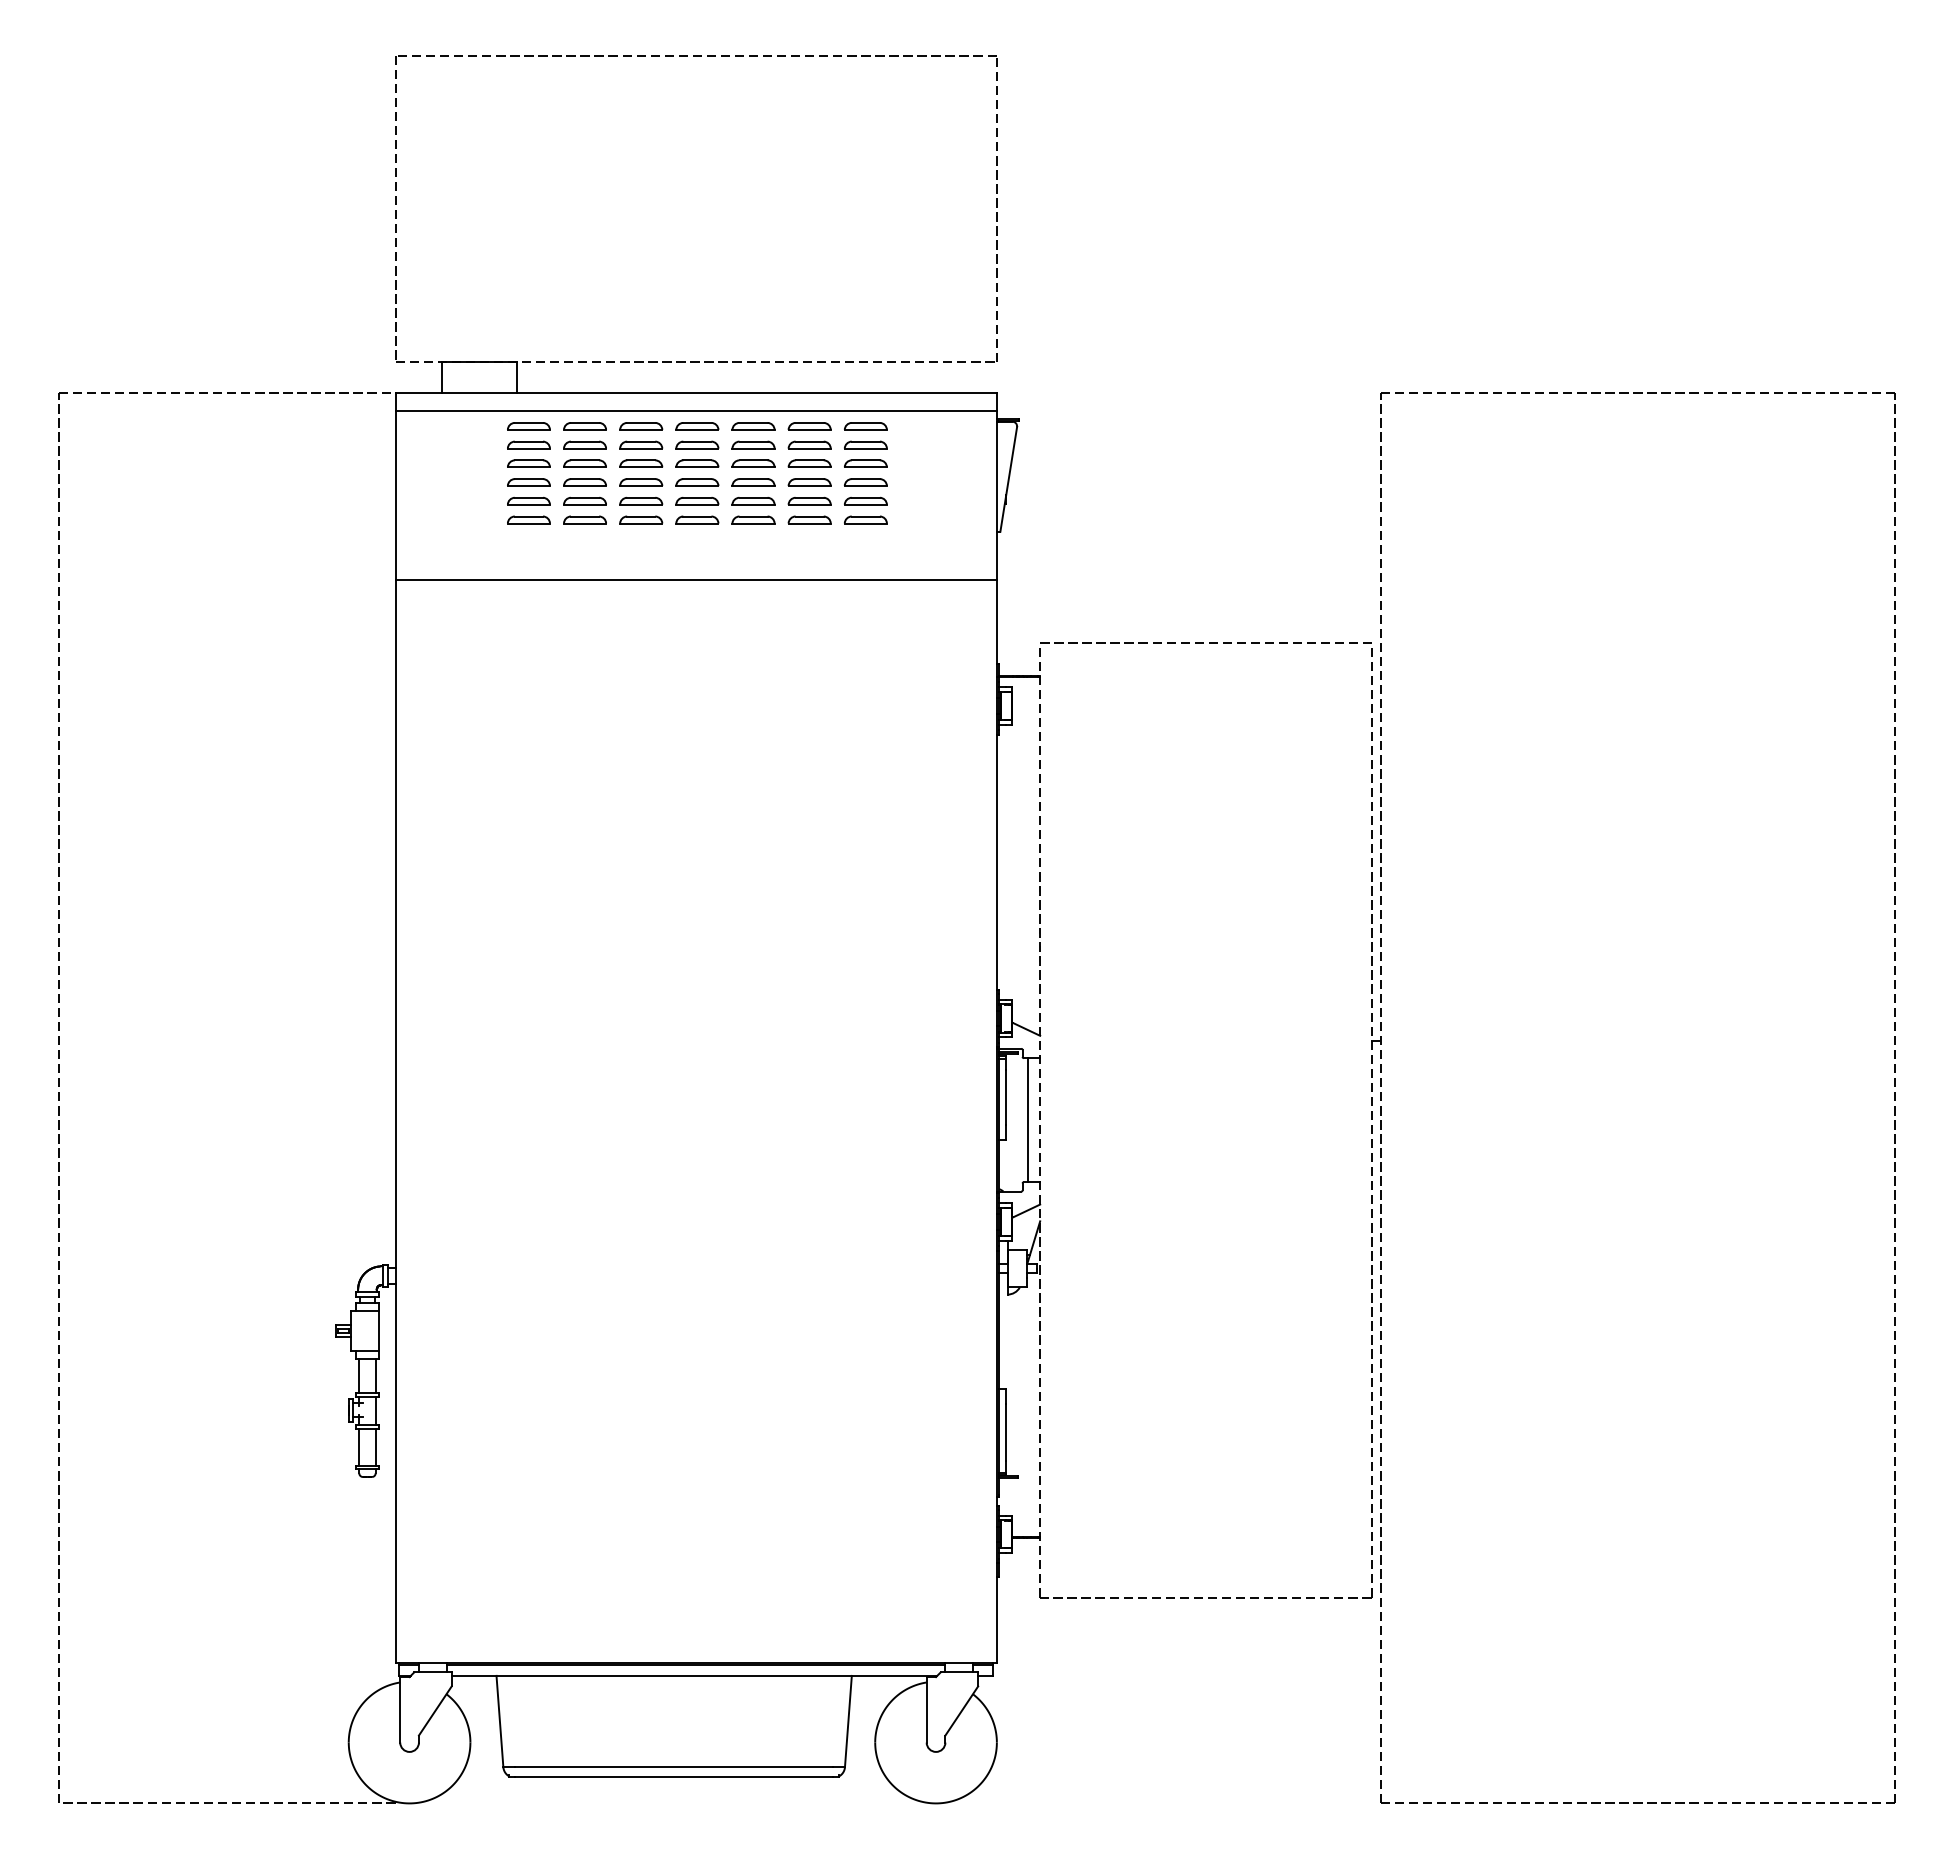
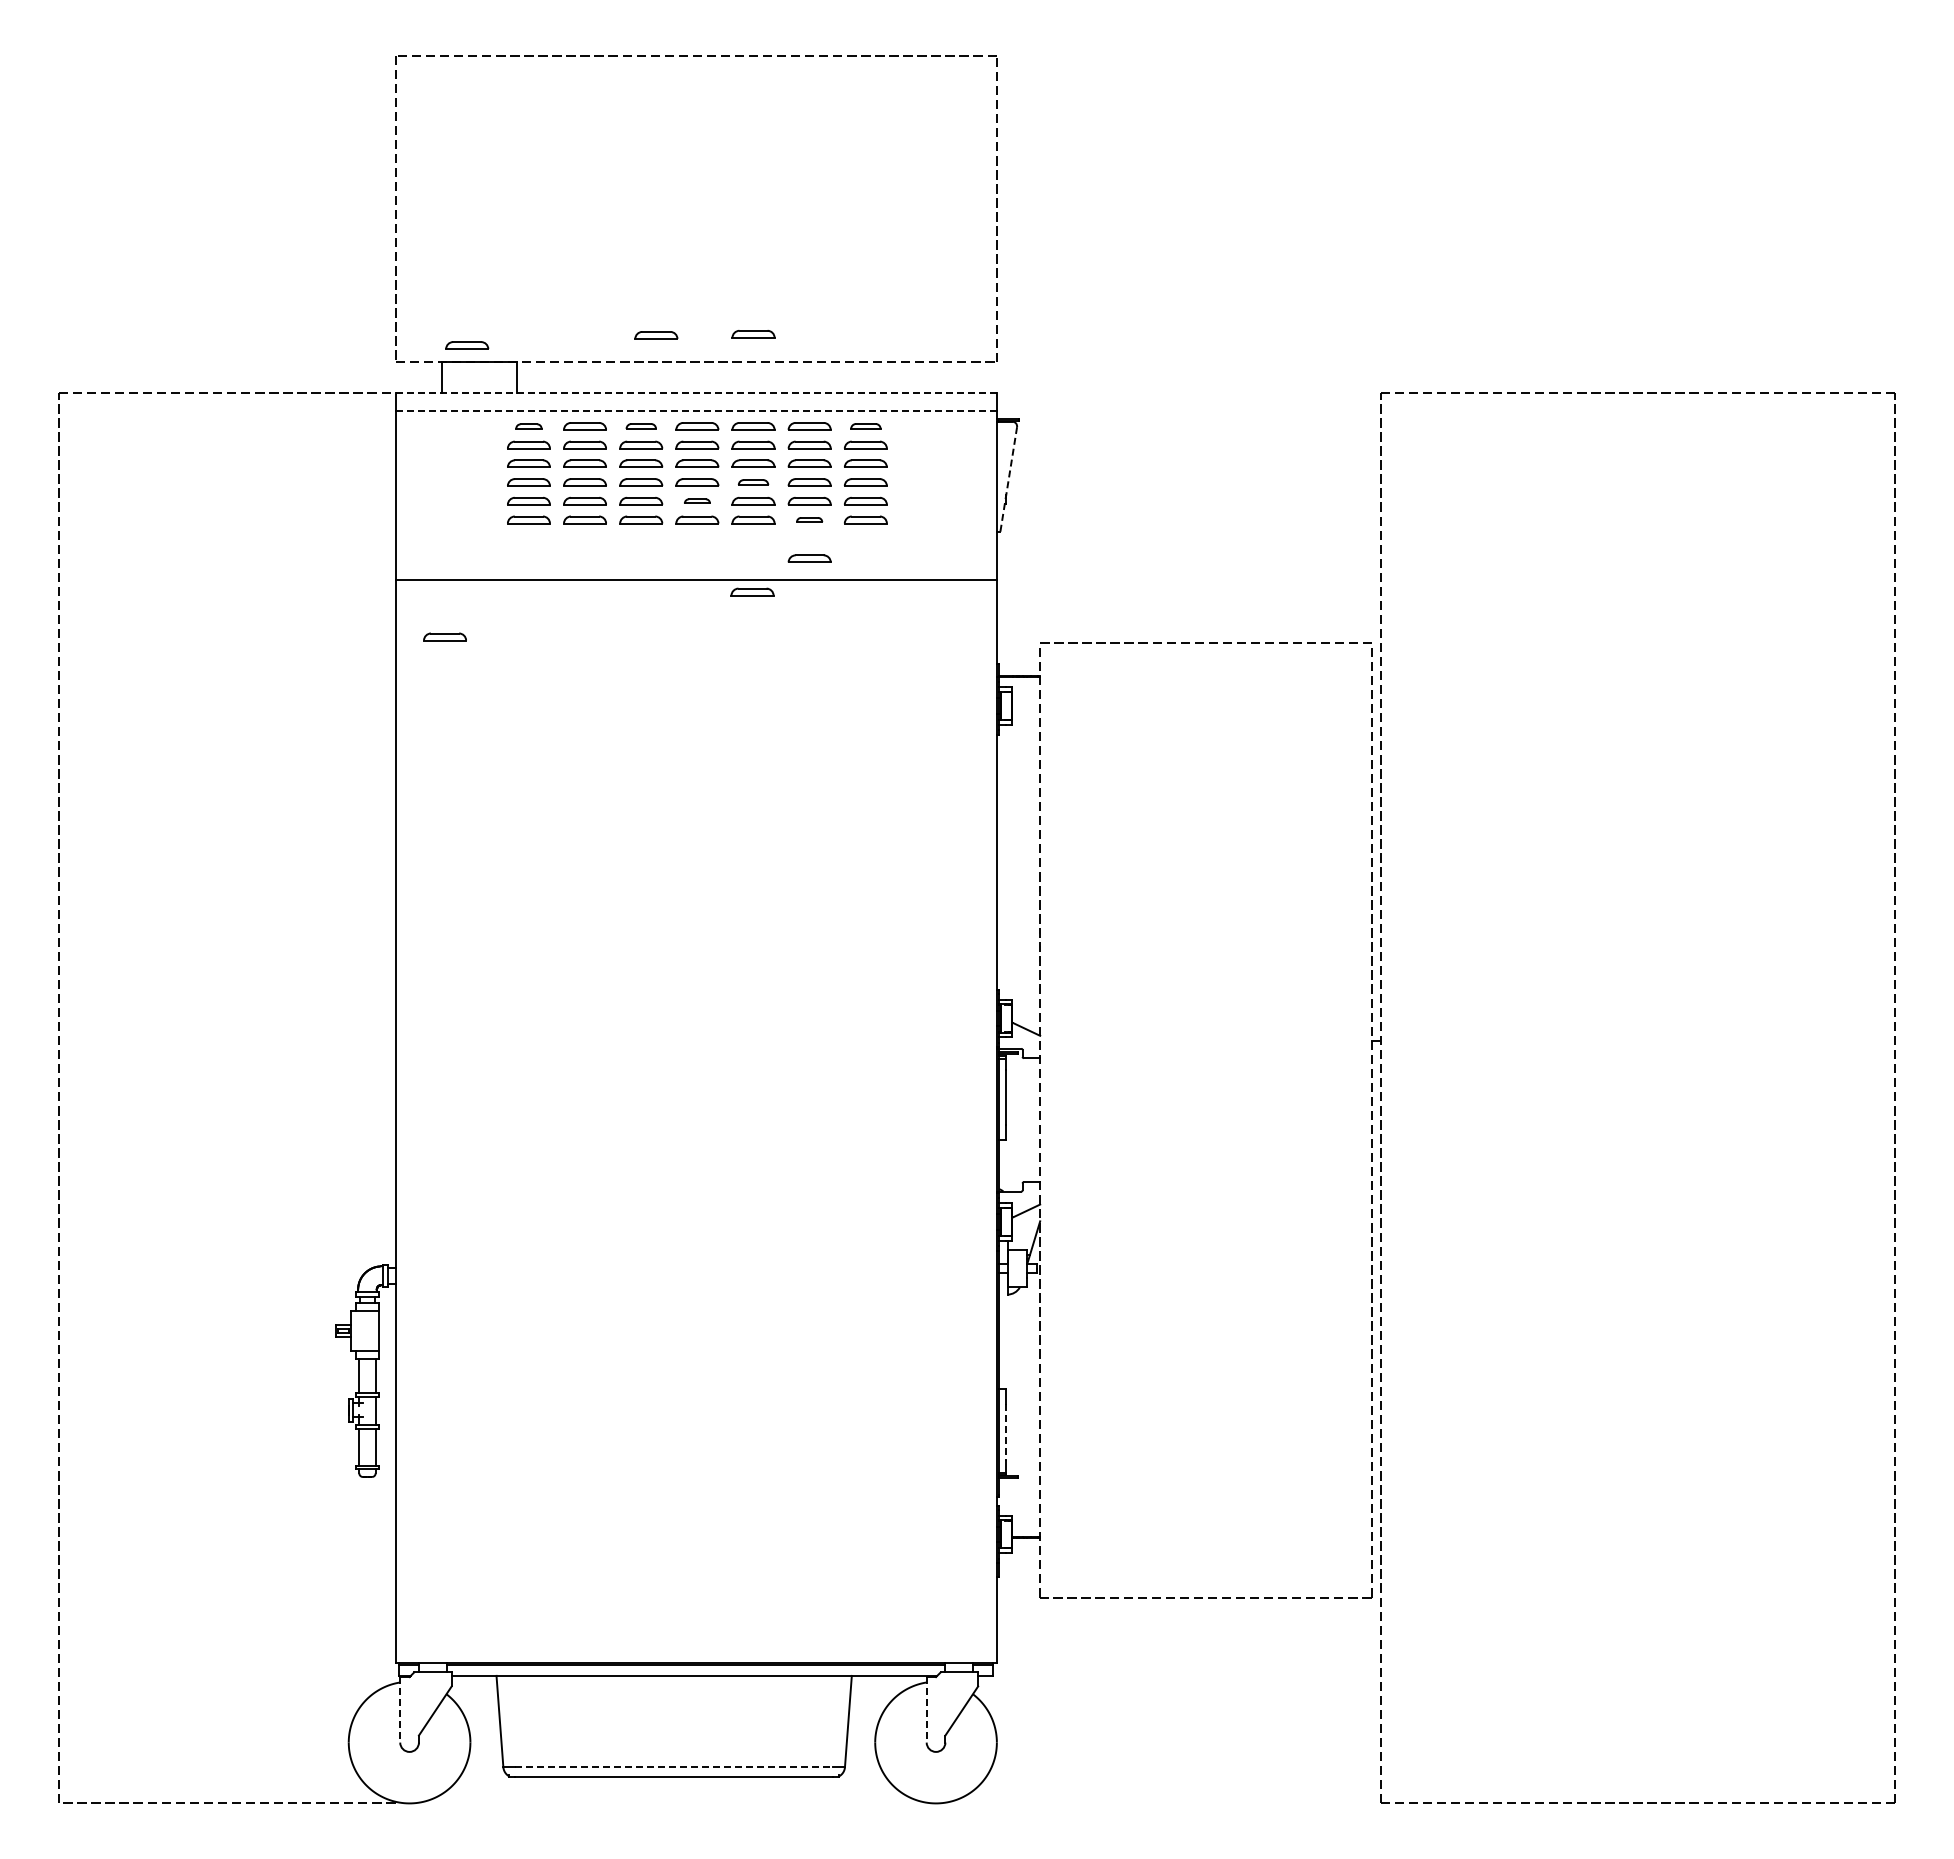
part at (753, 334): none -> present
part at (656, 335): none -> present
part at (467, 345): none -> present
line at (696, 392): solid -> dashed
line at (696, 411): solid -> dashed
part at (528, 426) size: 44x9 px -> 28x7 px
part at (641, 426) size: 45x9 px -> 32x7 px
part at (865, 426) size: 44x9 px -> 32x7 px
line at (1008, 479): solid -> dashed
part at (753, 482) size: 45x9 px -> 33x7 px
part at (697, 501) size: 45x9 px -> 27x6 px
part at (809, 519) size: 45x10 px -> 28x6 px
part at (809, 558): none -> present
part at (752, 591): none -> present
part at (444, 636): none -> present
line at (1028, 1120): present -> none
line at (1006, 1432): solid -> dashed
line at (400, 1709): solid -> dashed
line at (926, 1709): solid -> dashed
line at (674, 1767): solid -> dashed
